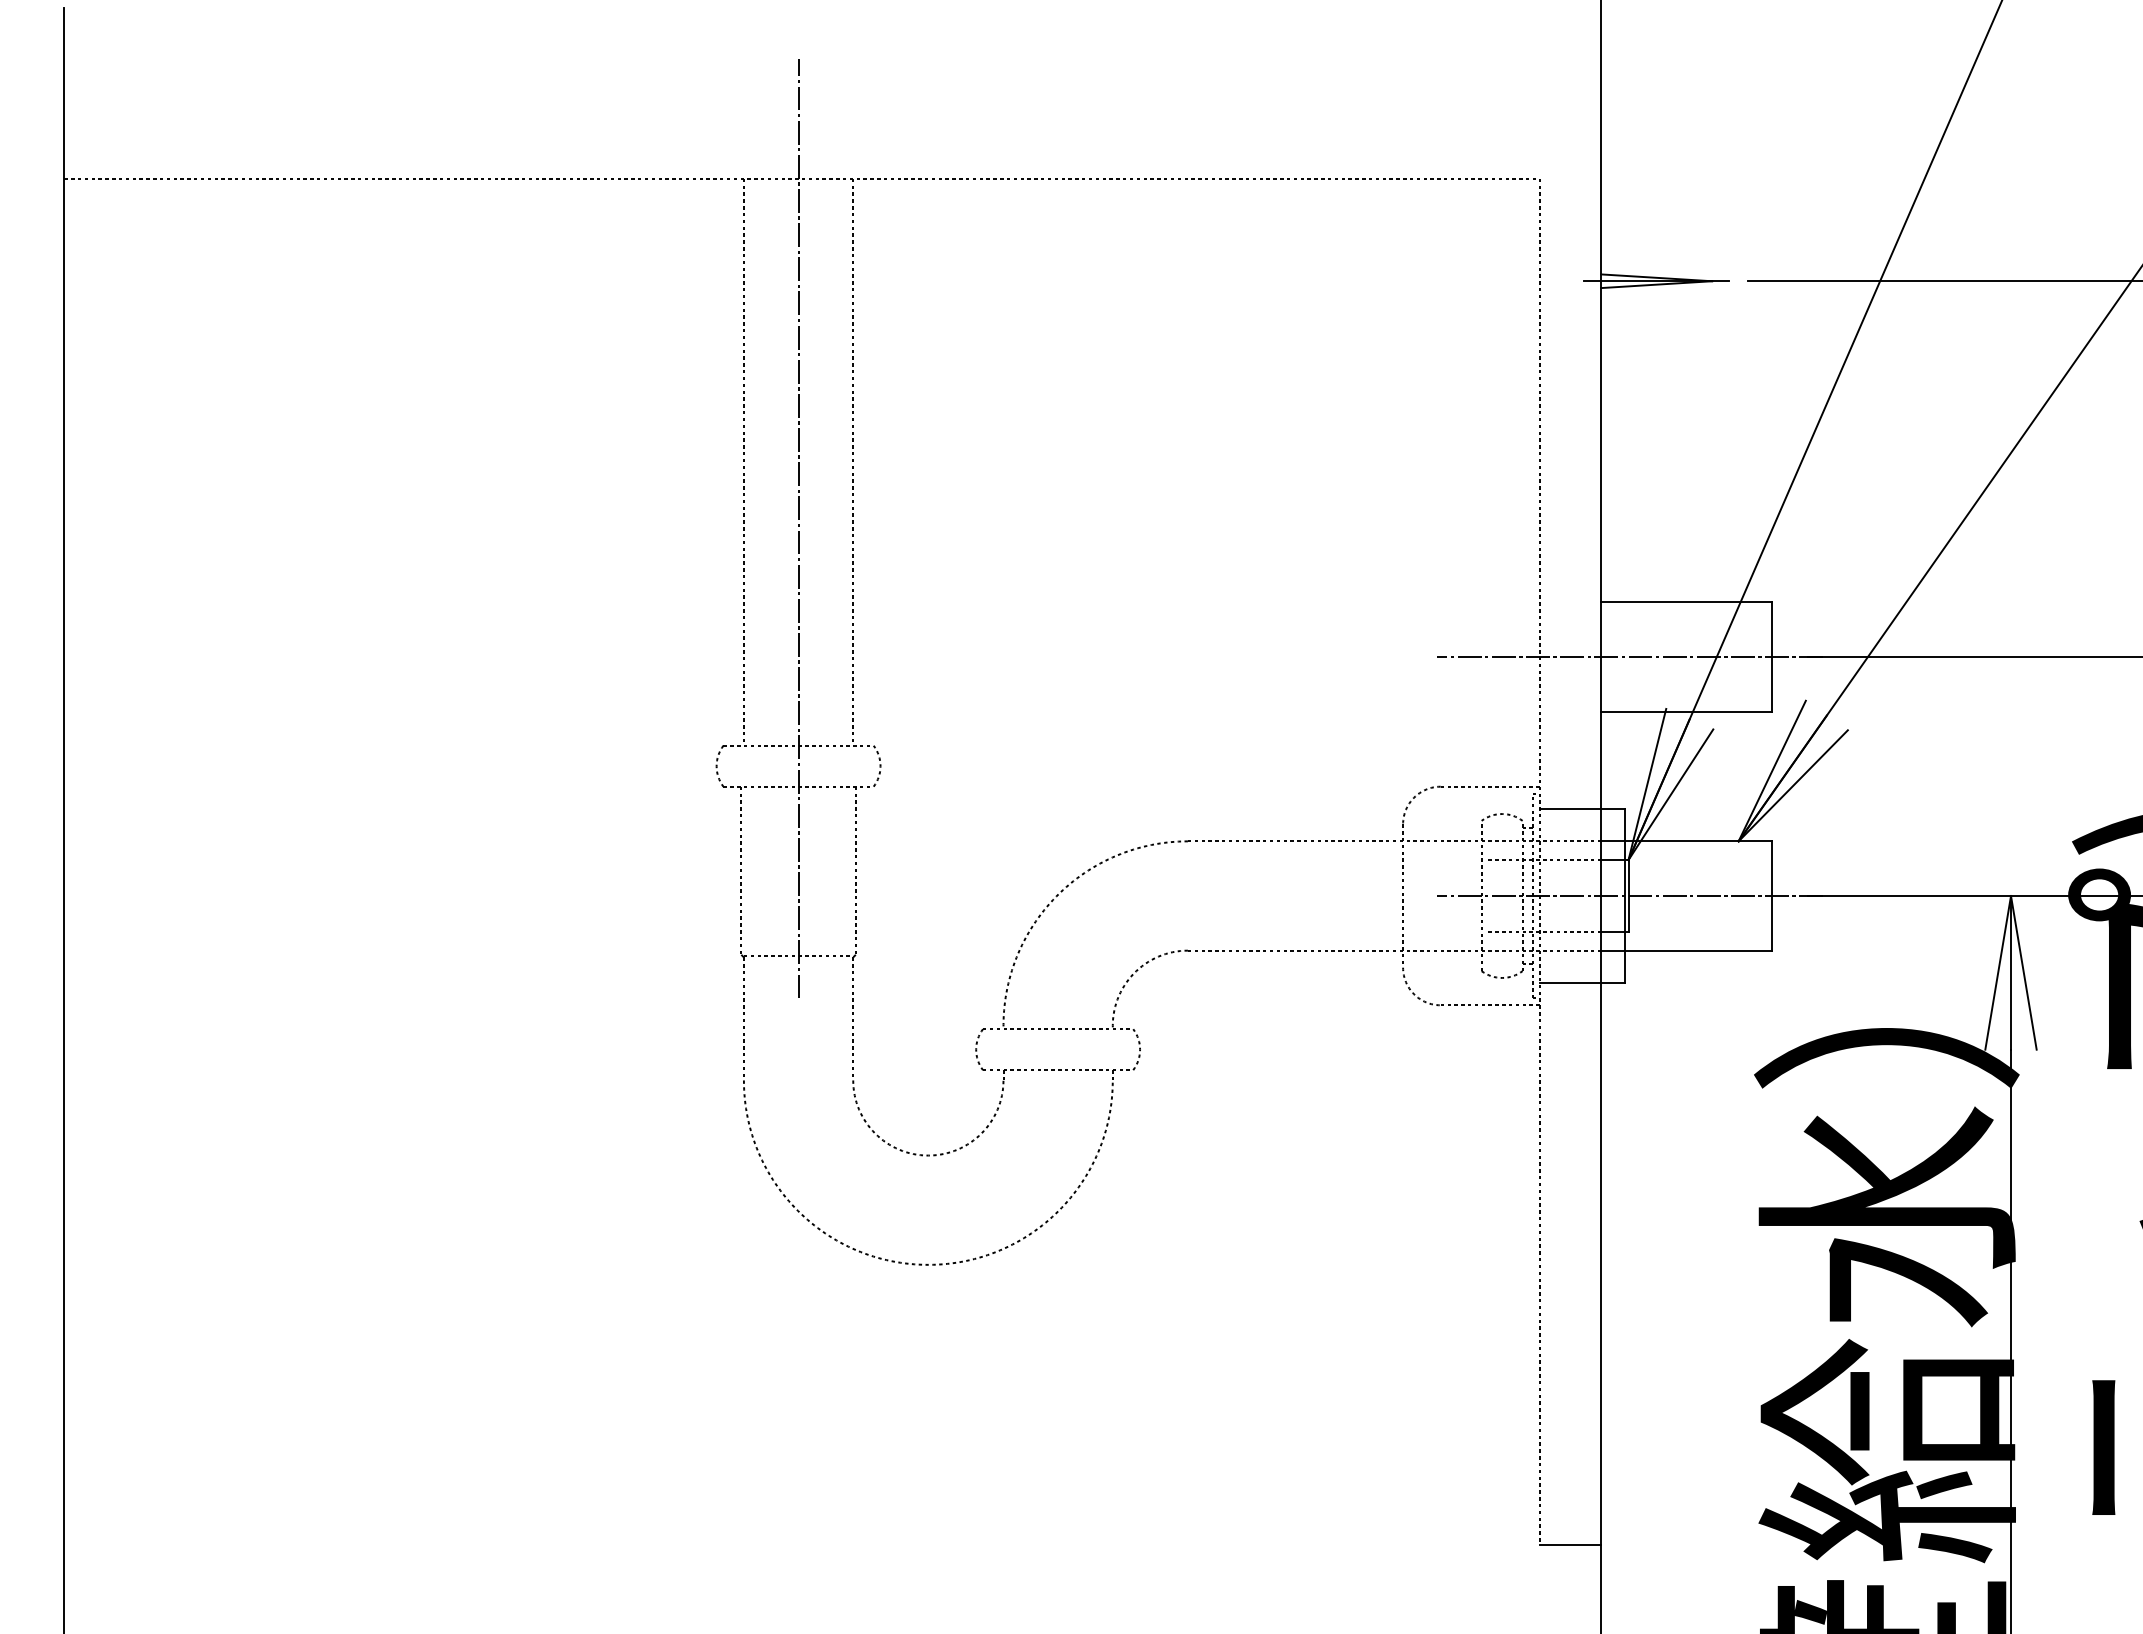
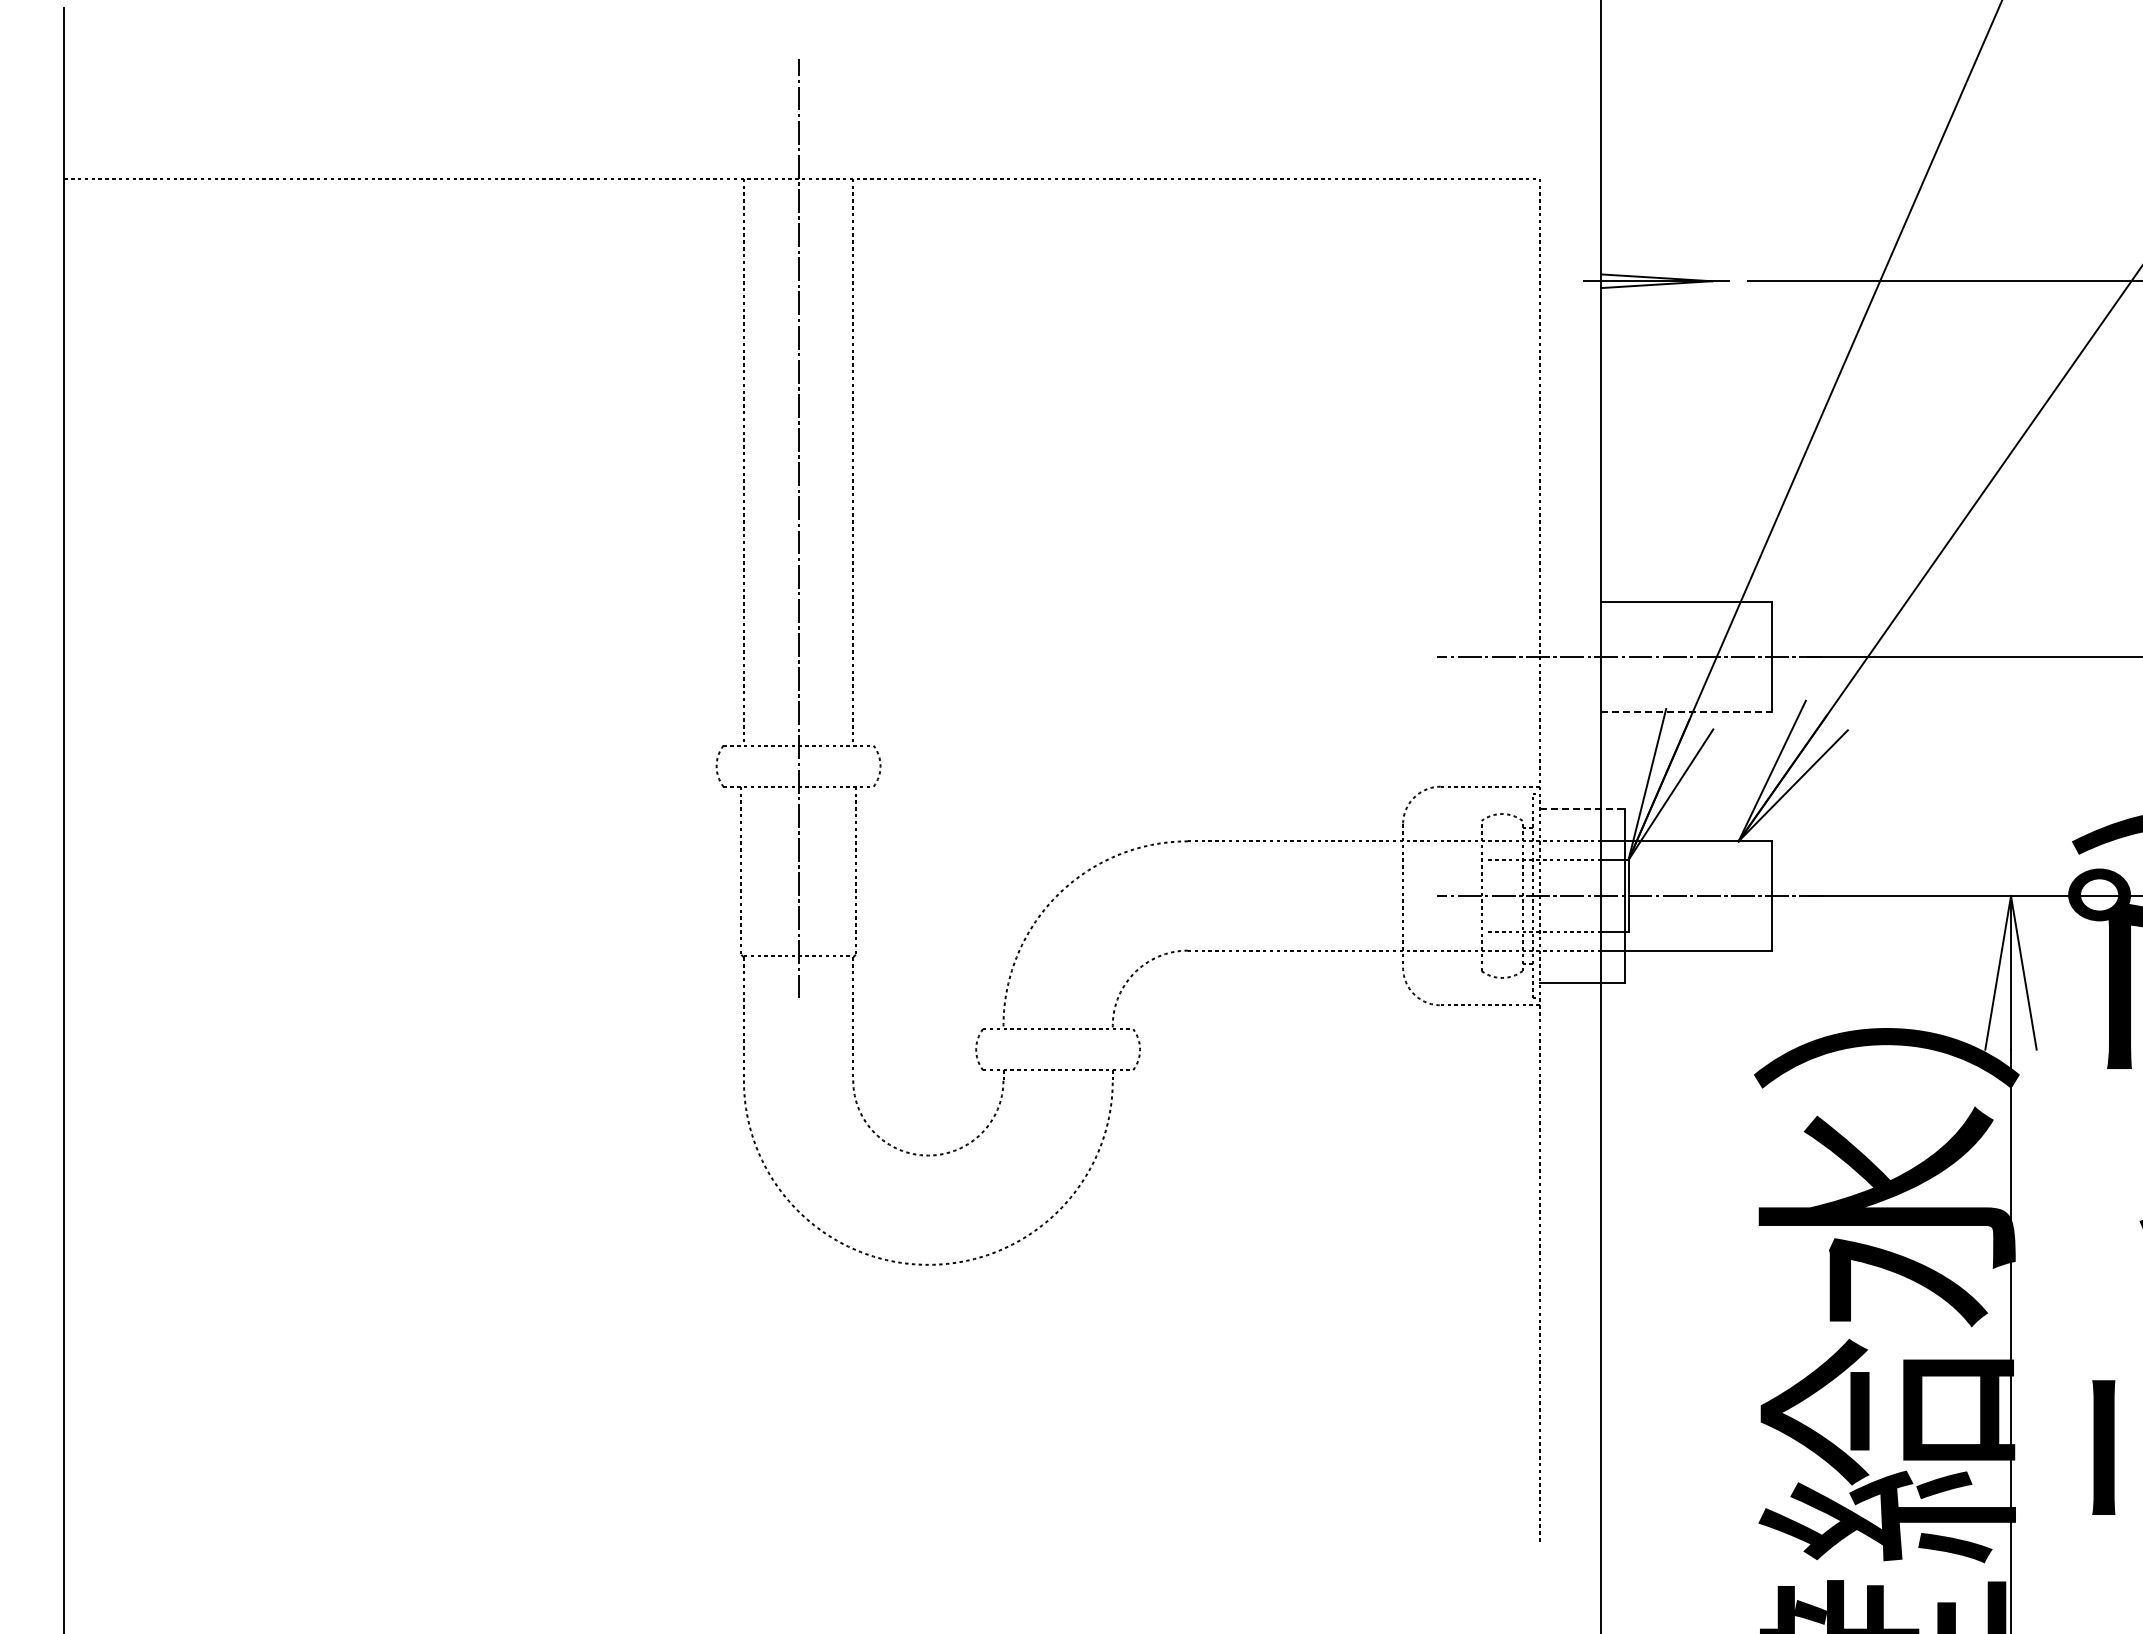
line at (1687, 711): solid -> dashed
line at (1582, 808): solid -> dashed
line at (1570, 1544): present -> none
